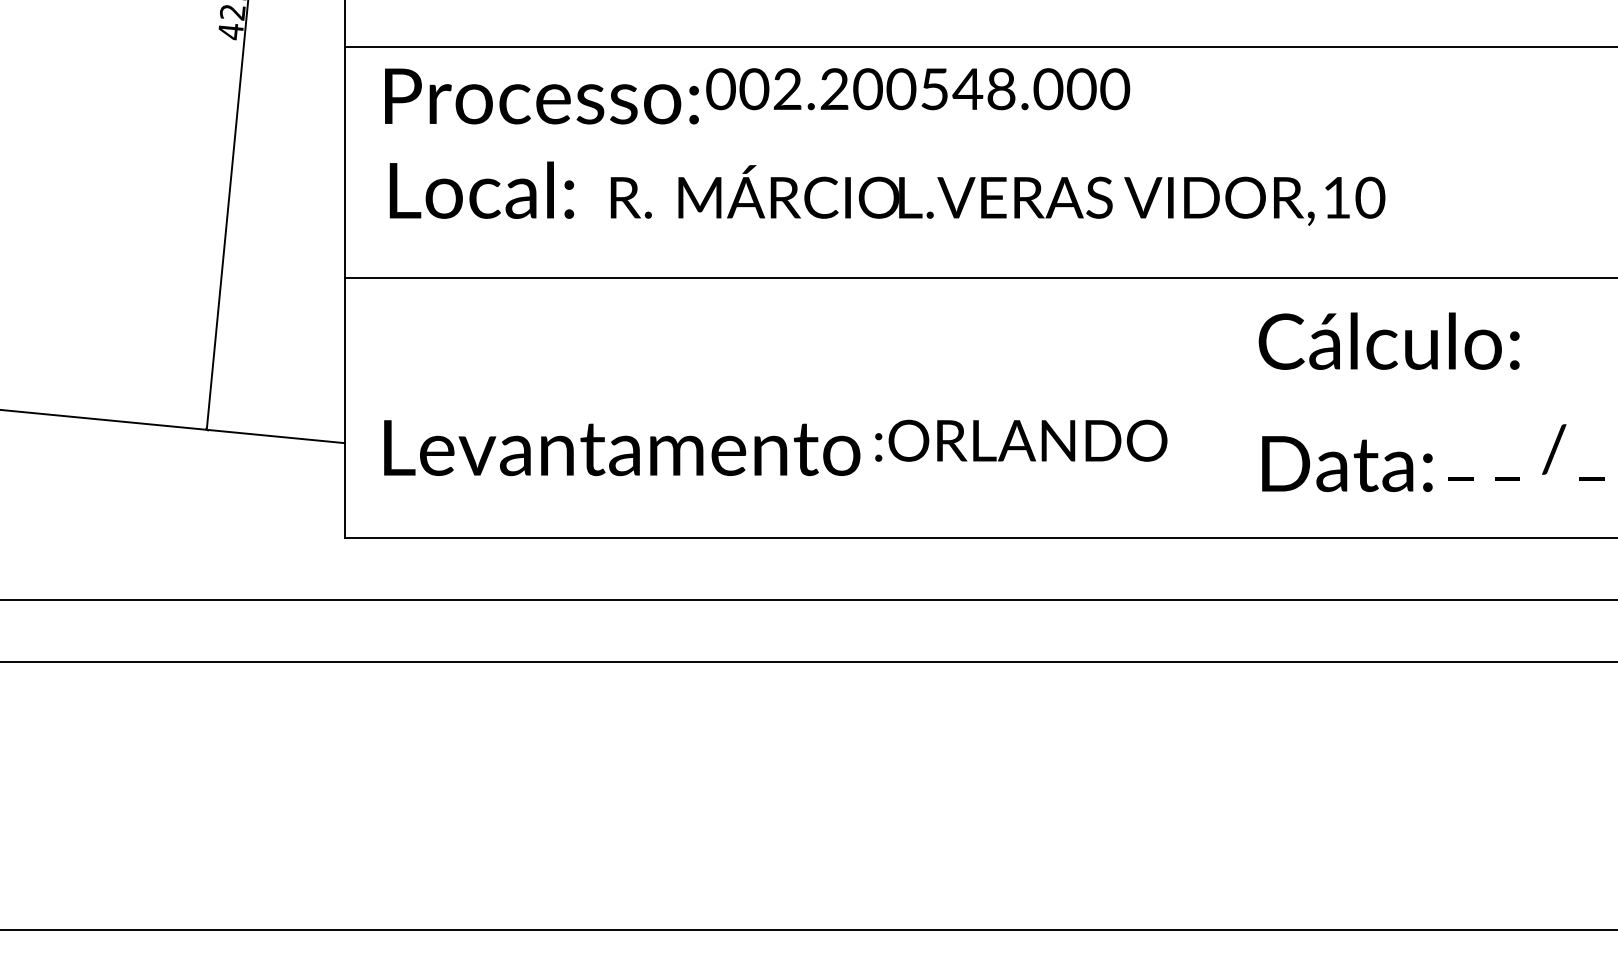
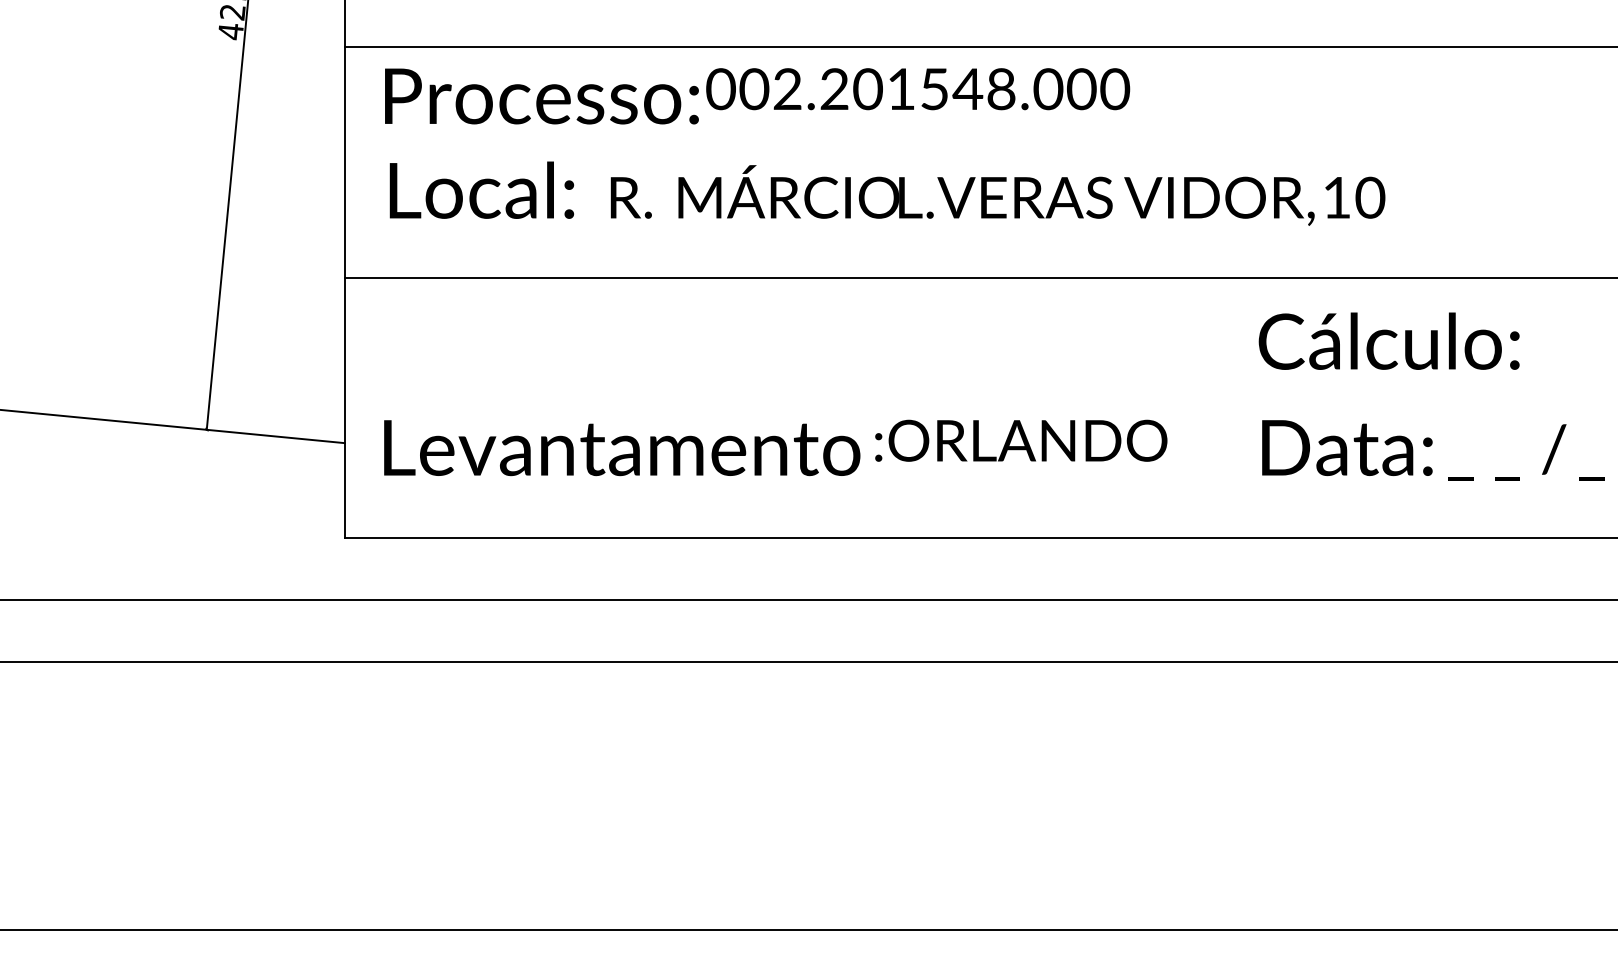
text at (901, 89): 002.200548.000 -> 002.201548.000
text at (1347, 463) position: (1347, 463) -> (1347, 447)
